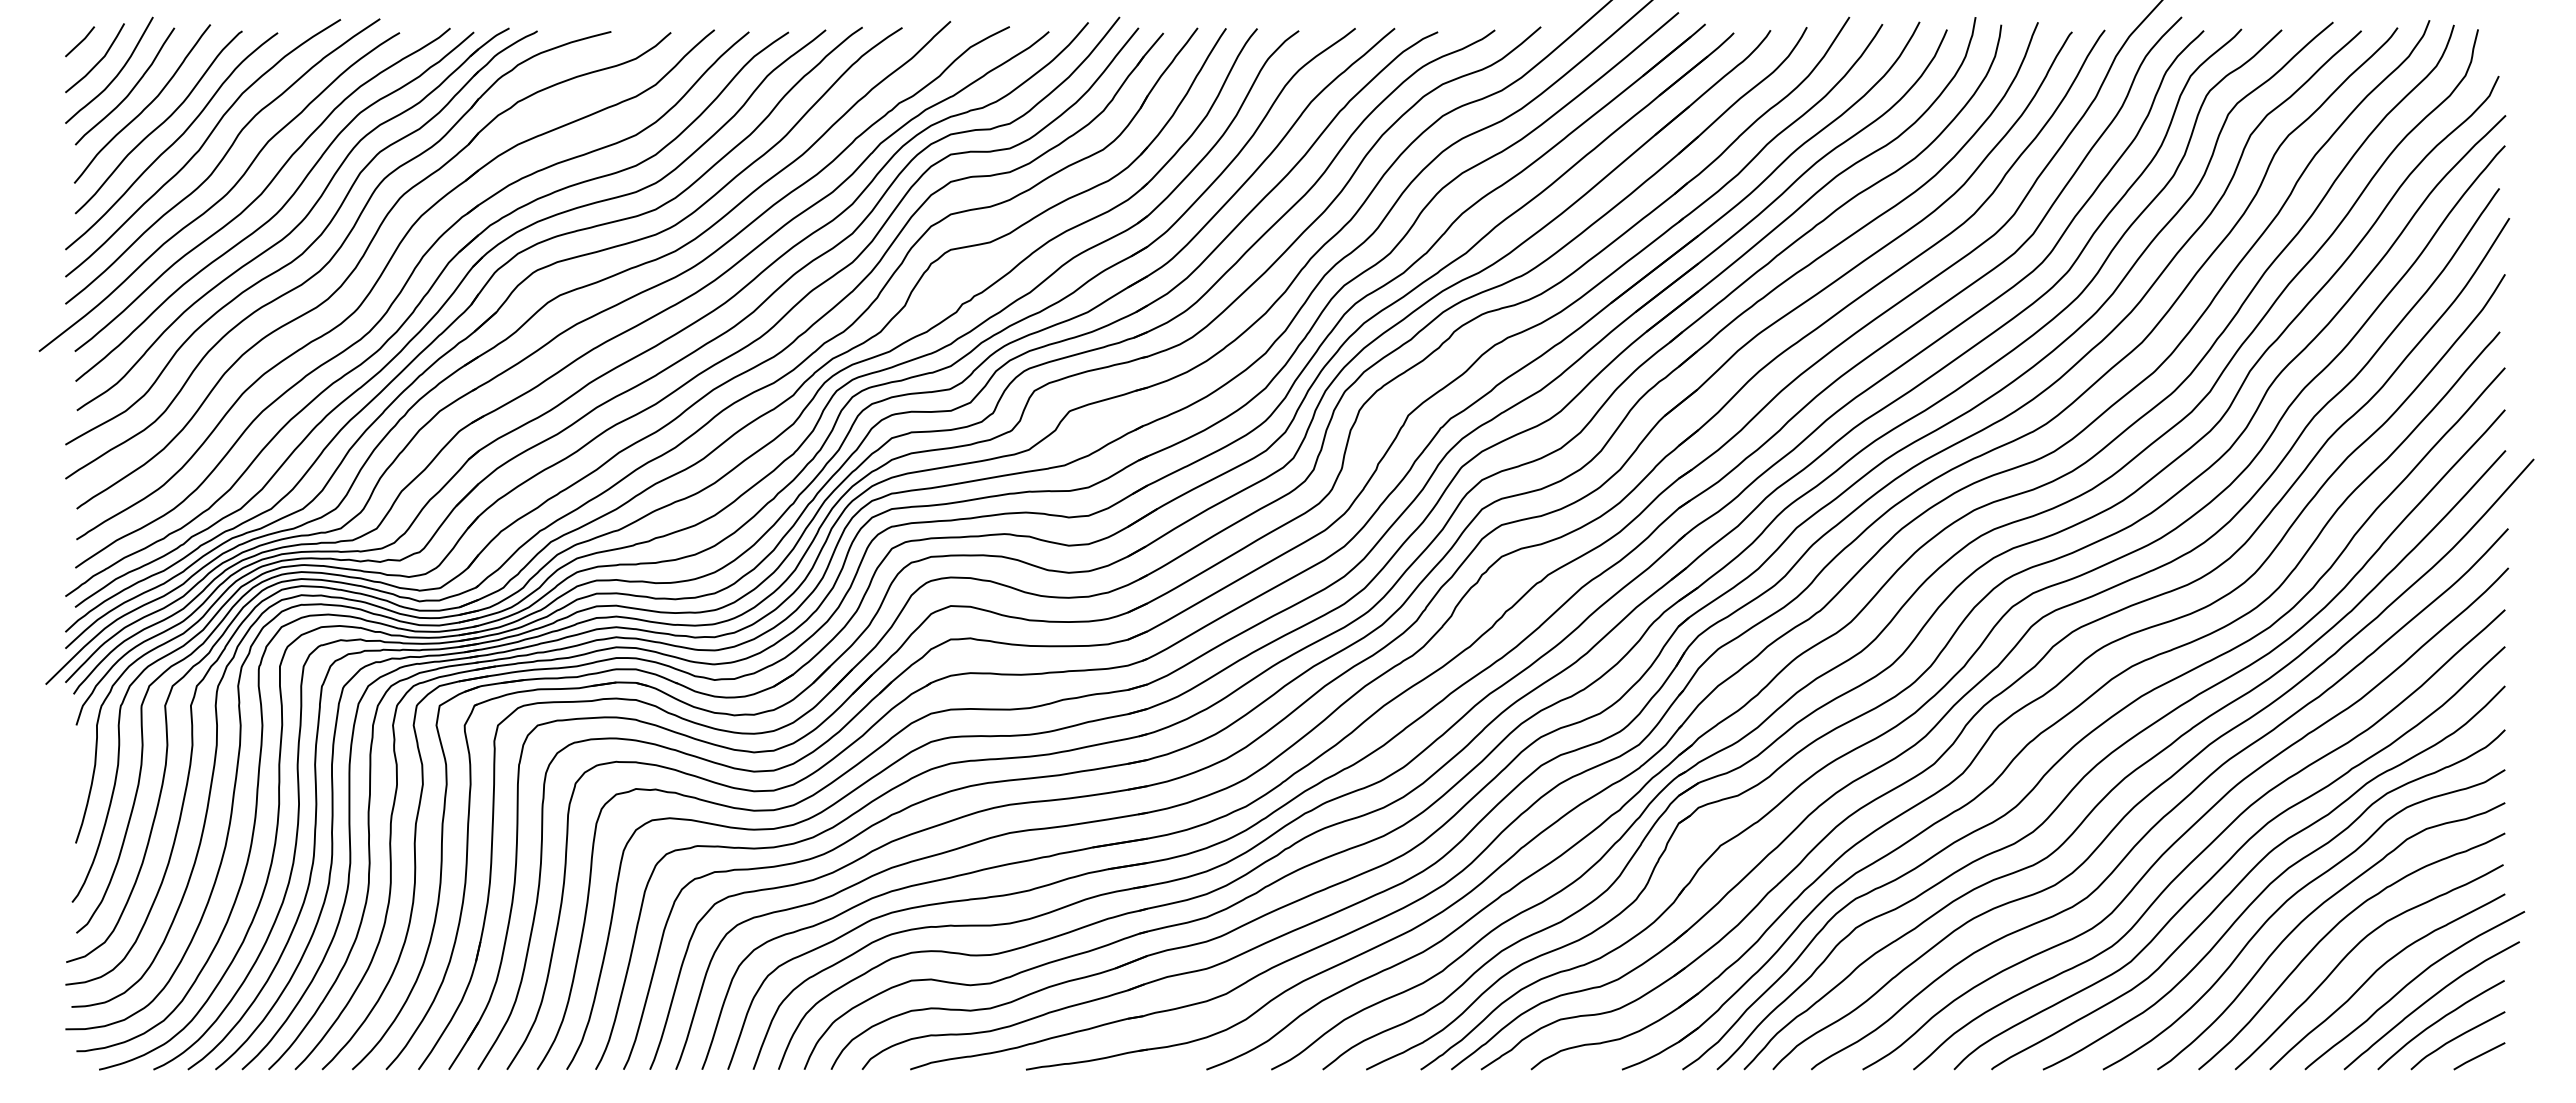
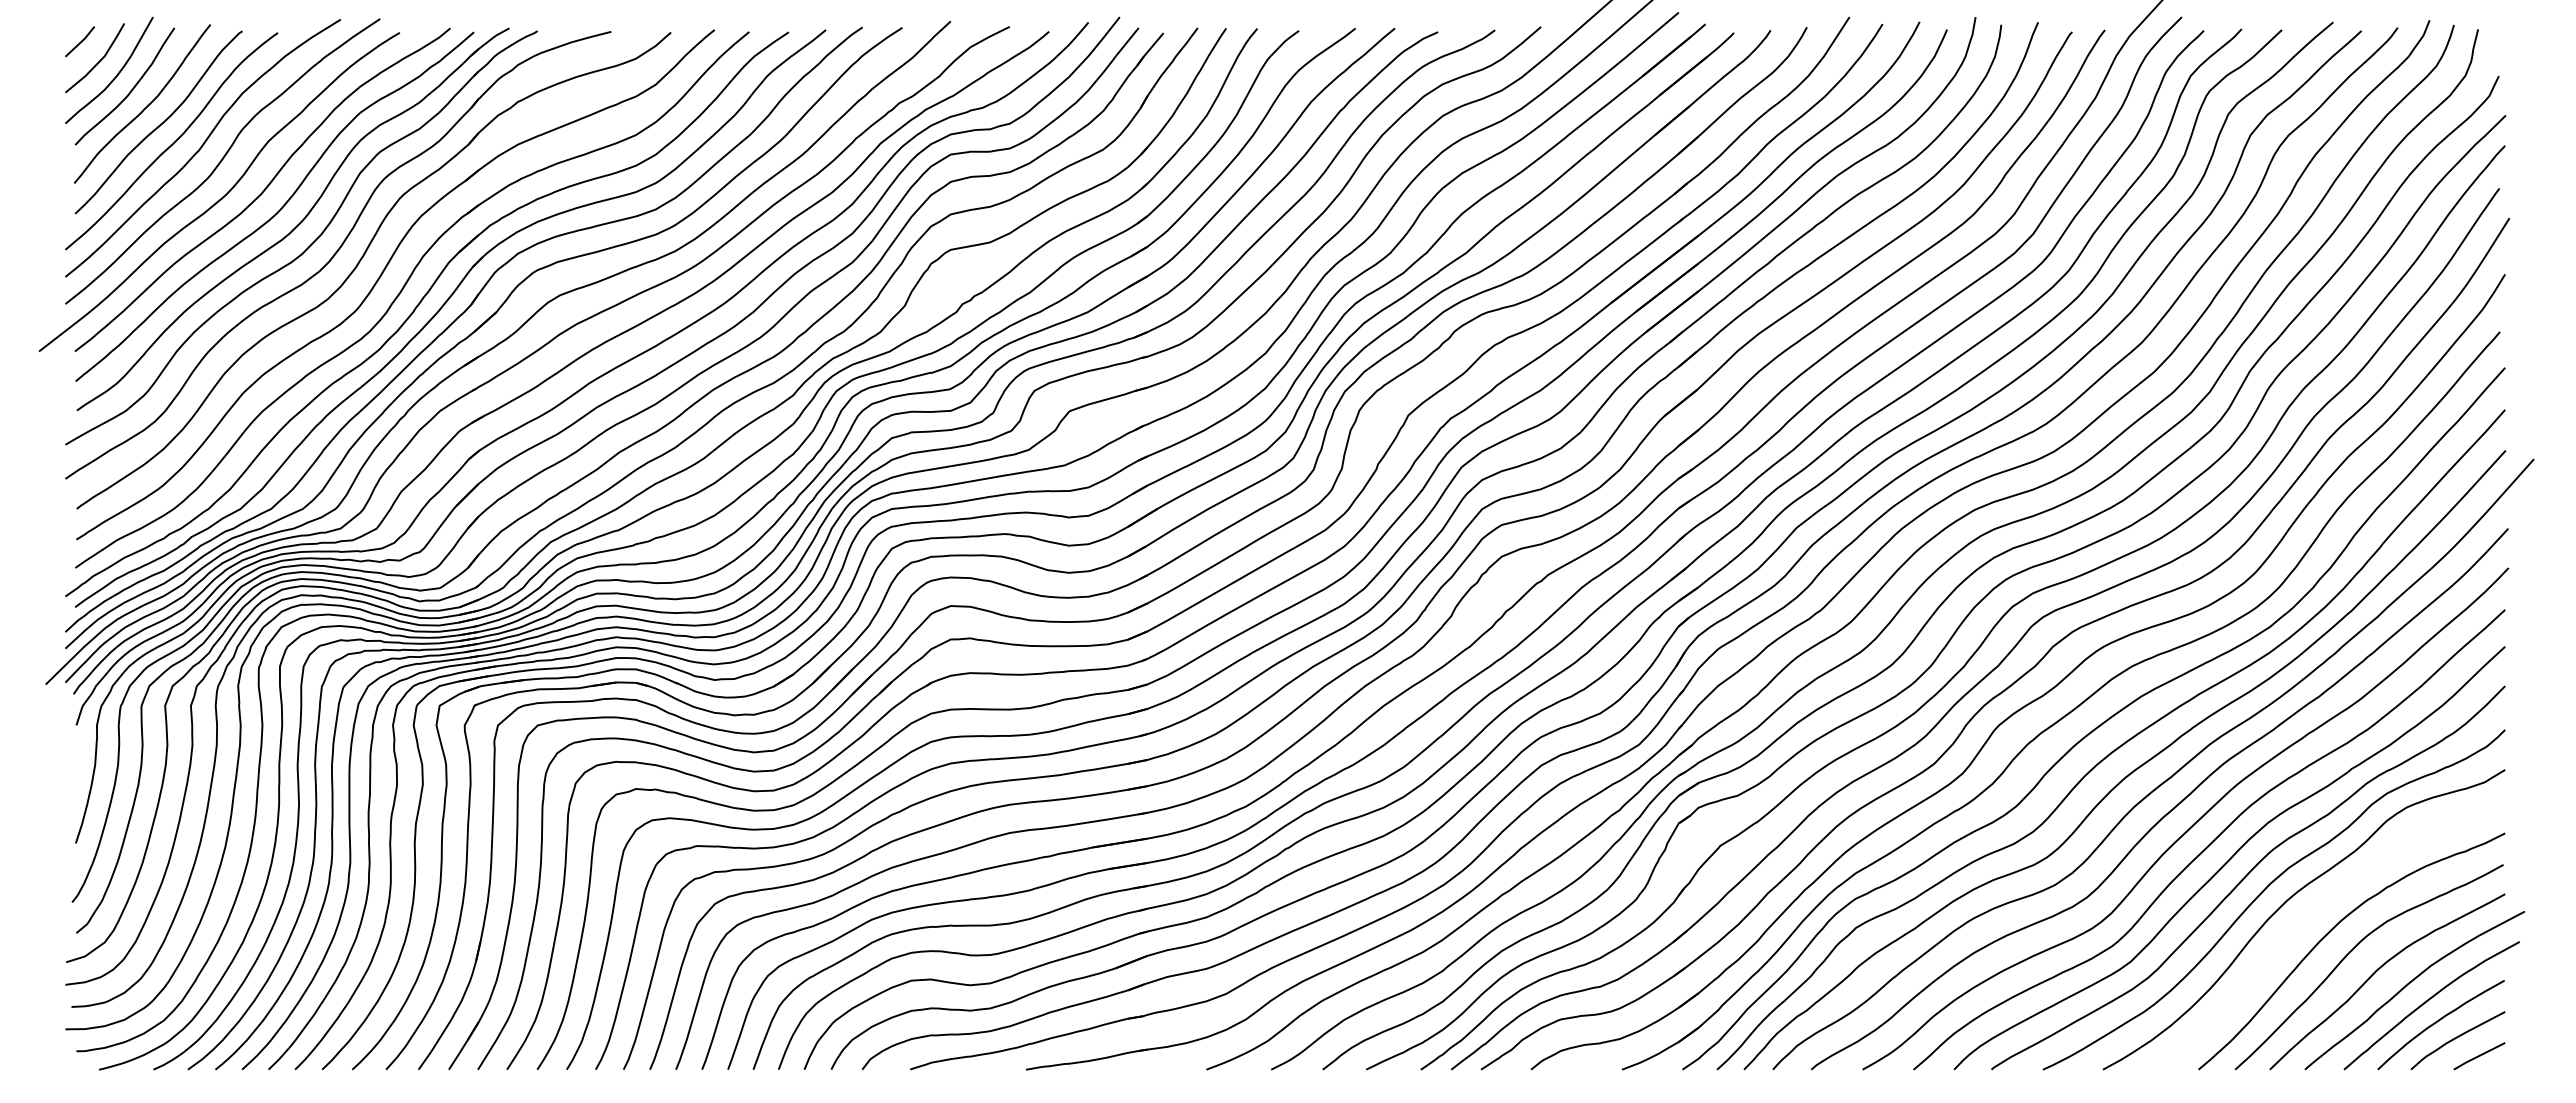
curve at (2310, 915): present -> none
